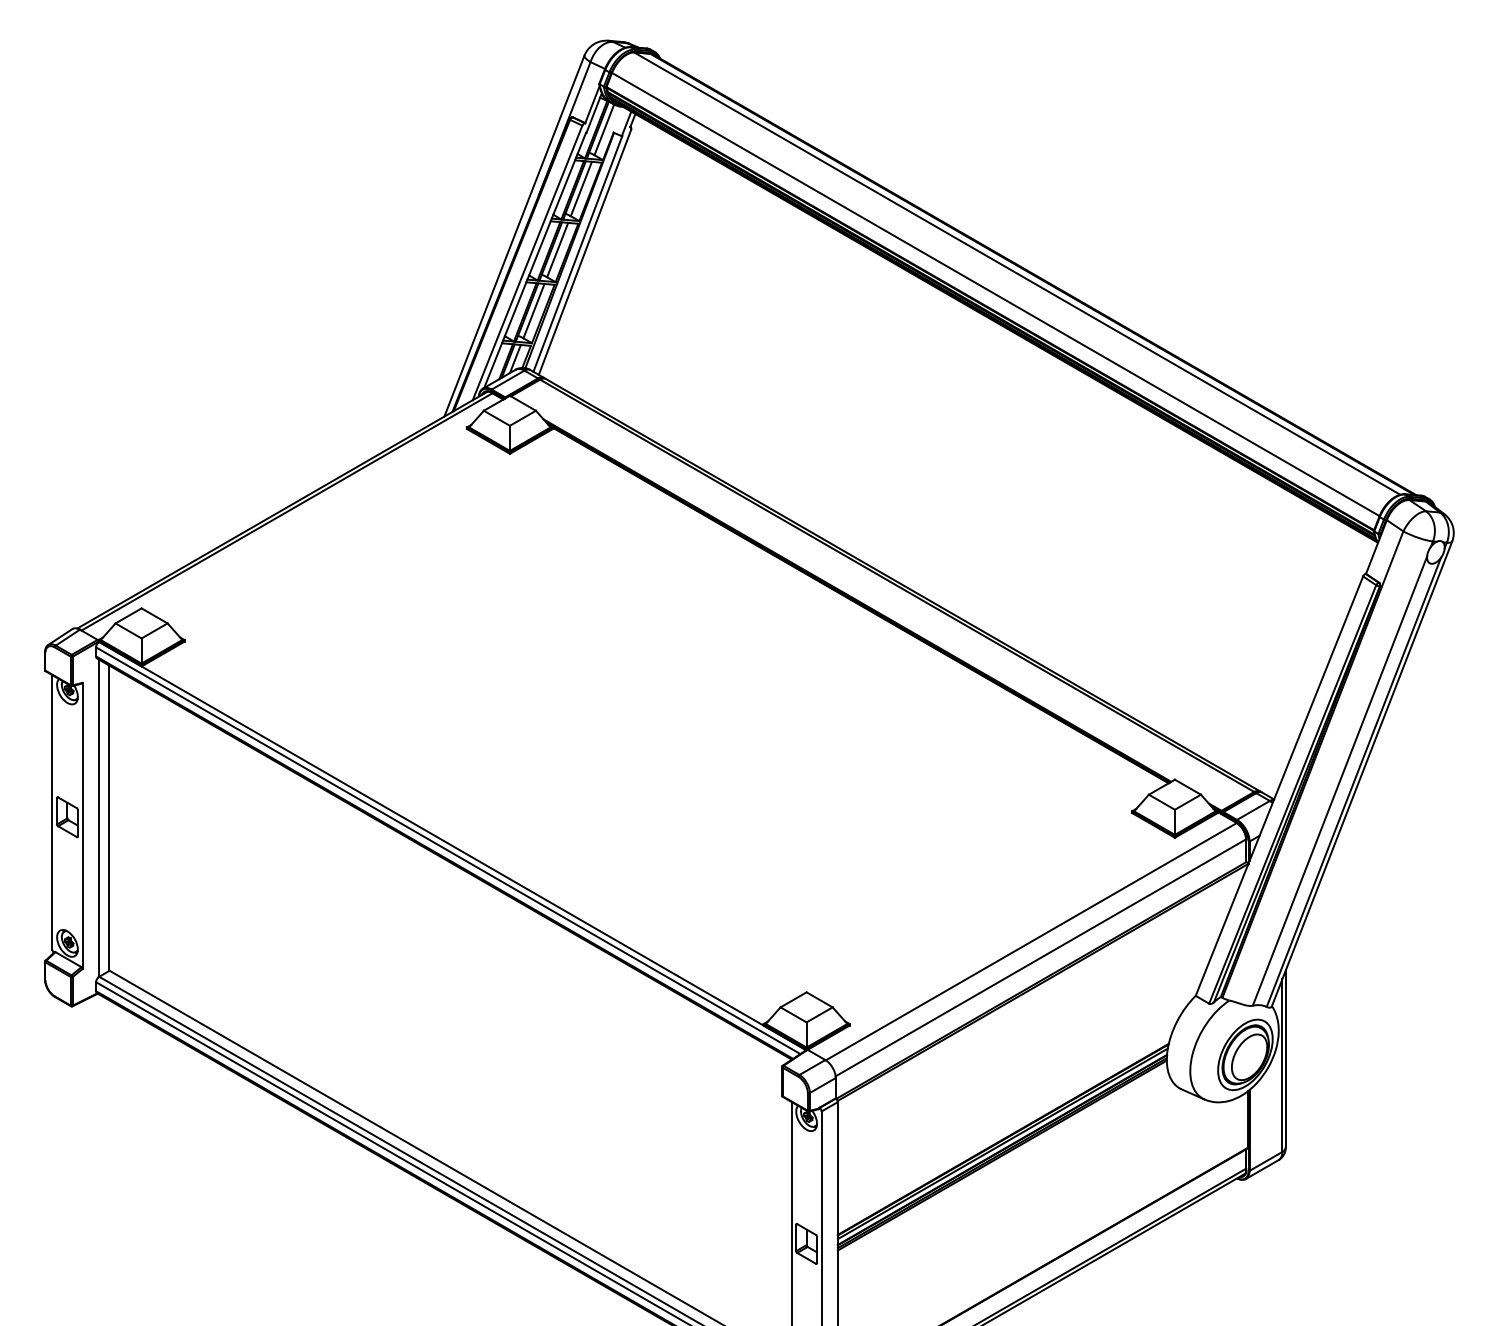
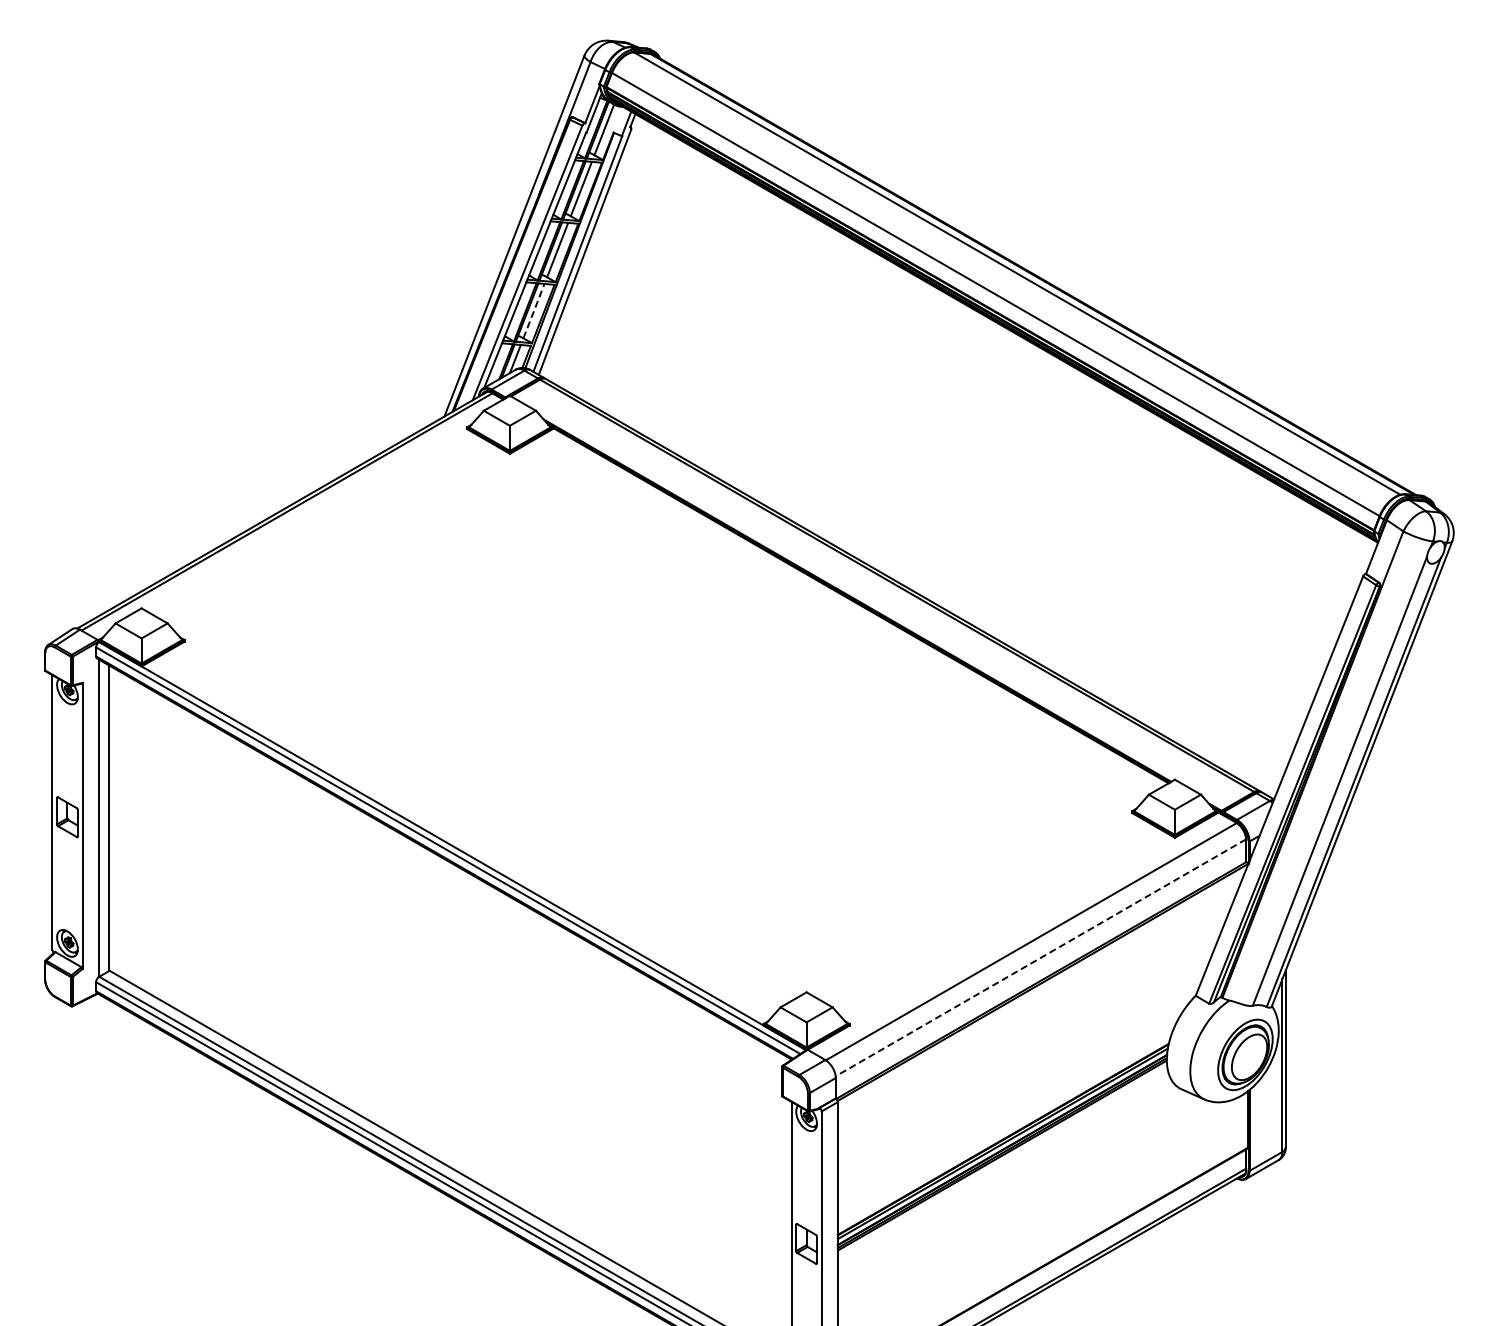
line at (534, 310): solid -> dashed
line at (1040, 958): solid -> dashed
